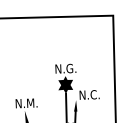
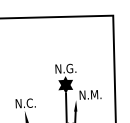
text at (95, 94): N.C. -> N.M.
text at (31, 102): N.M. -> N.C.
